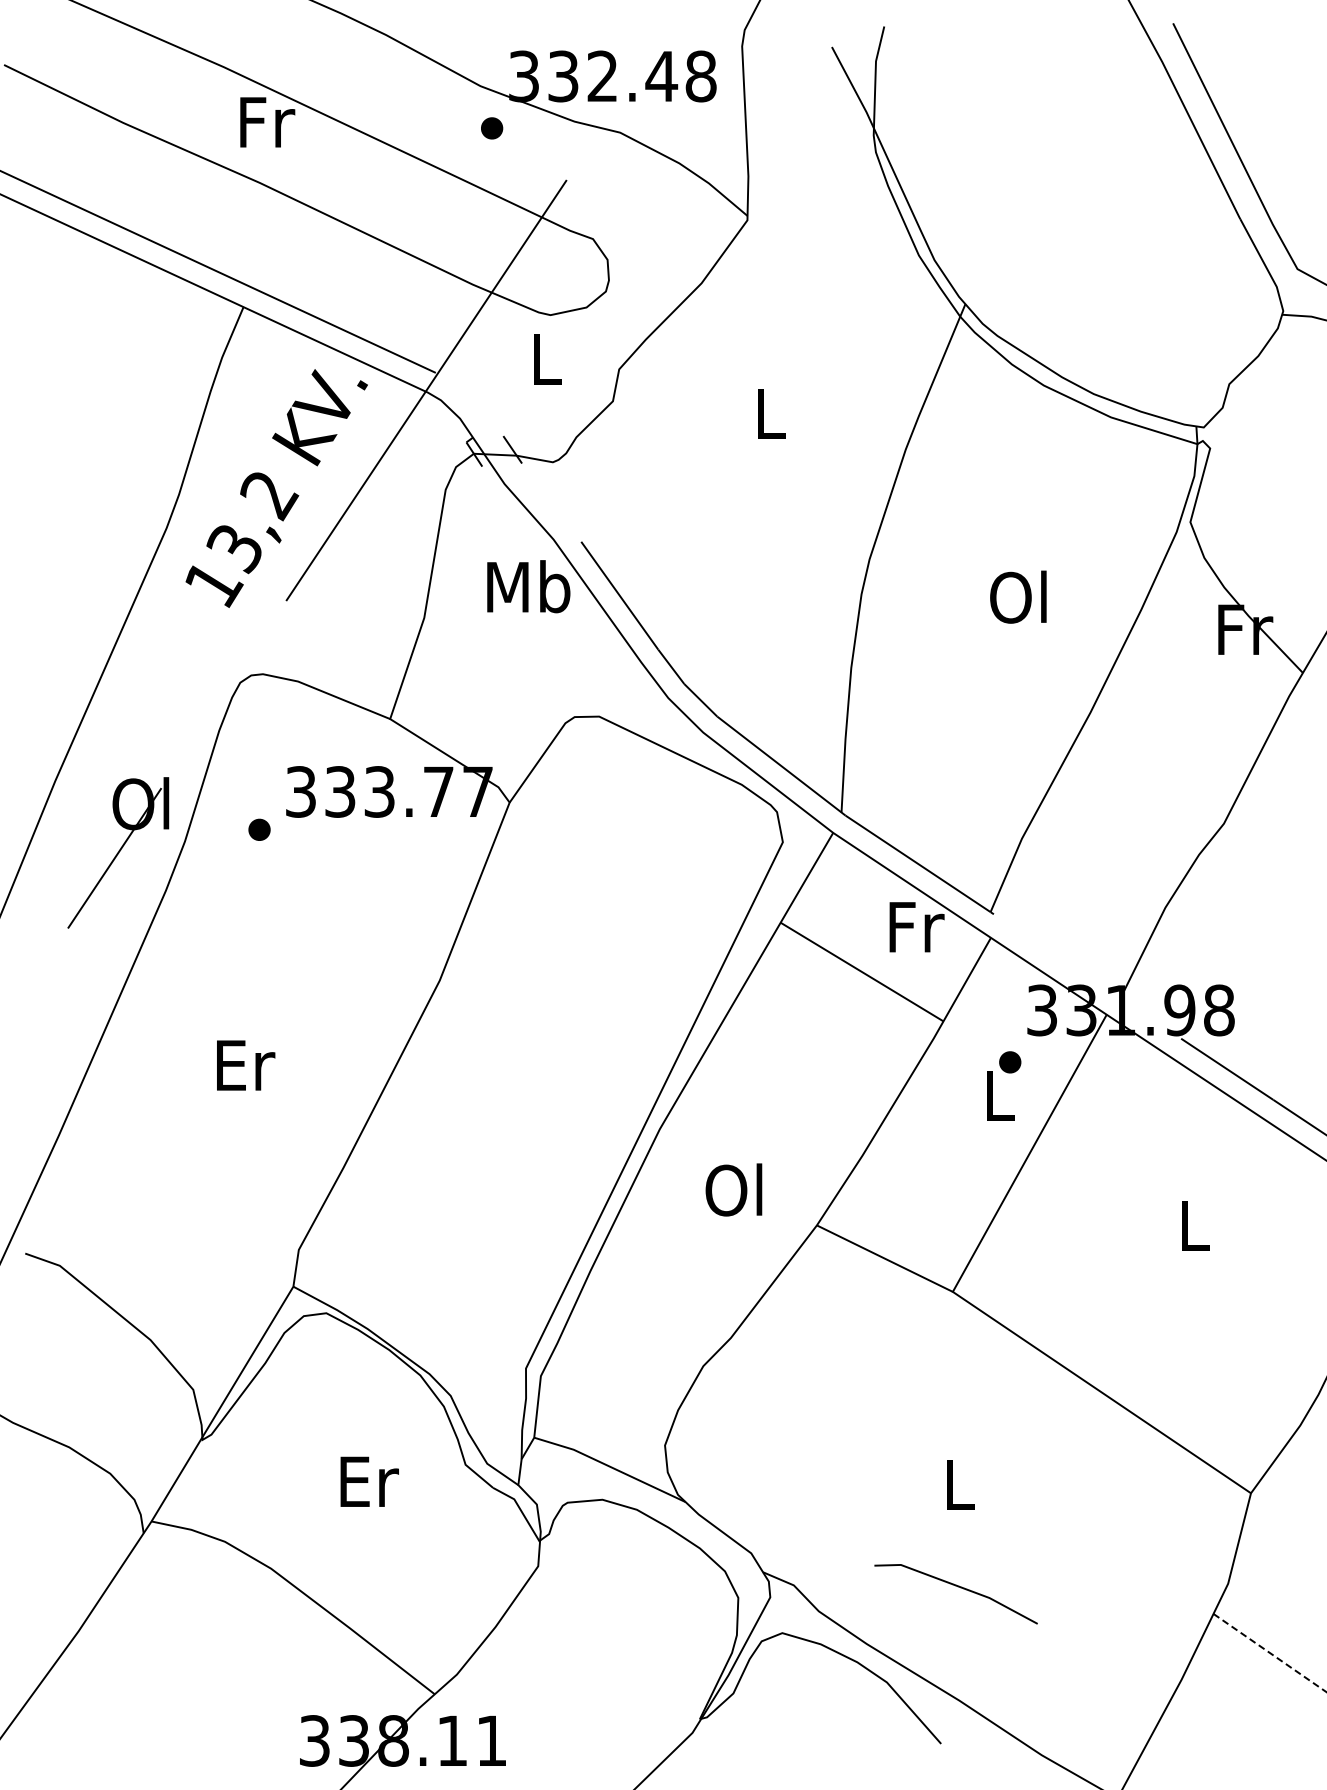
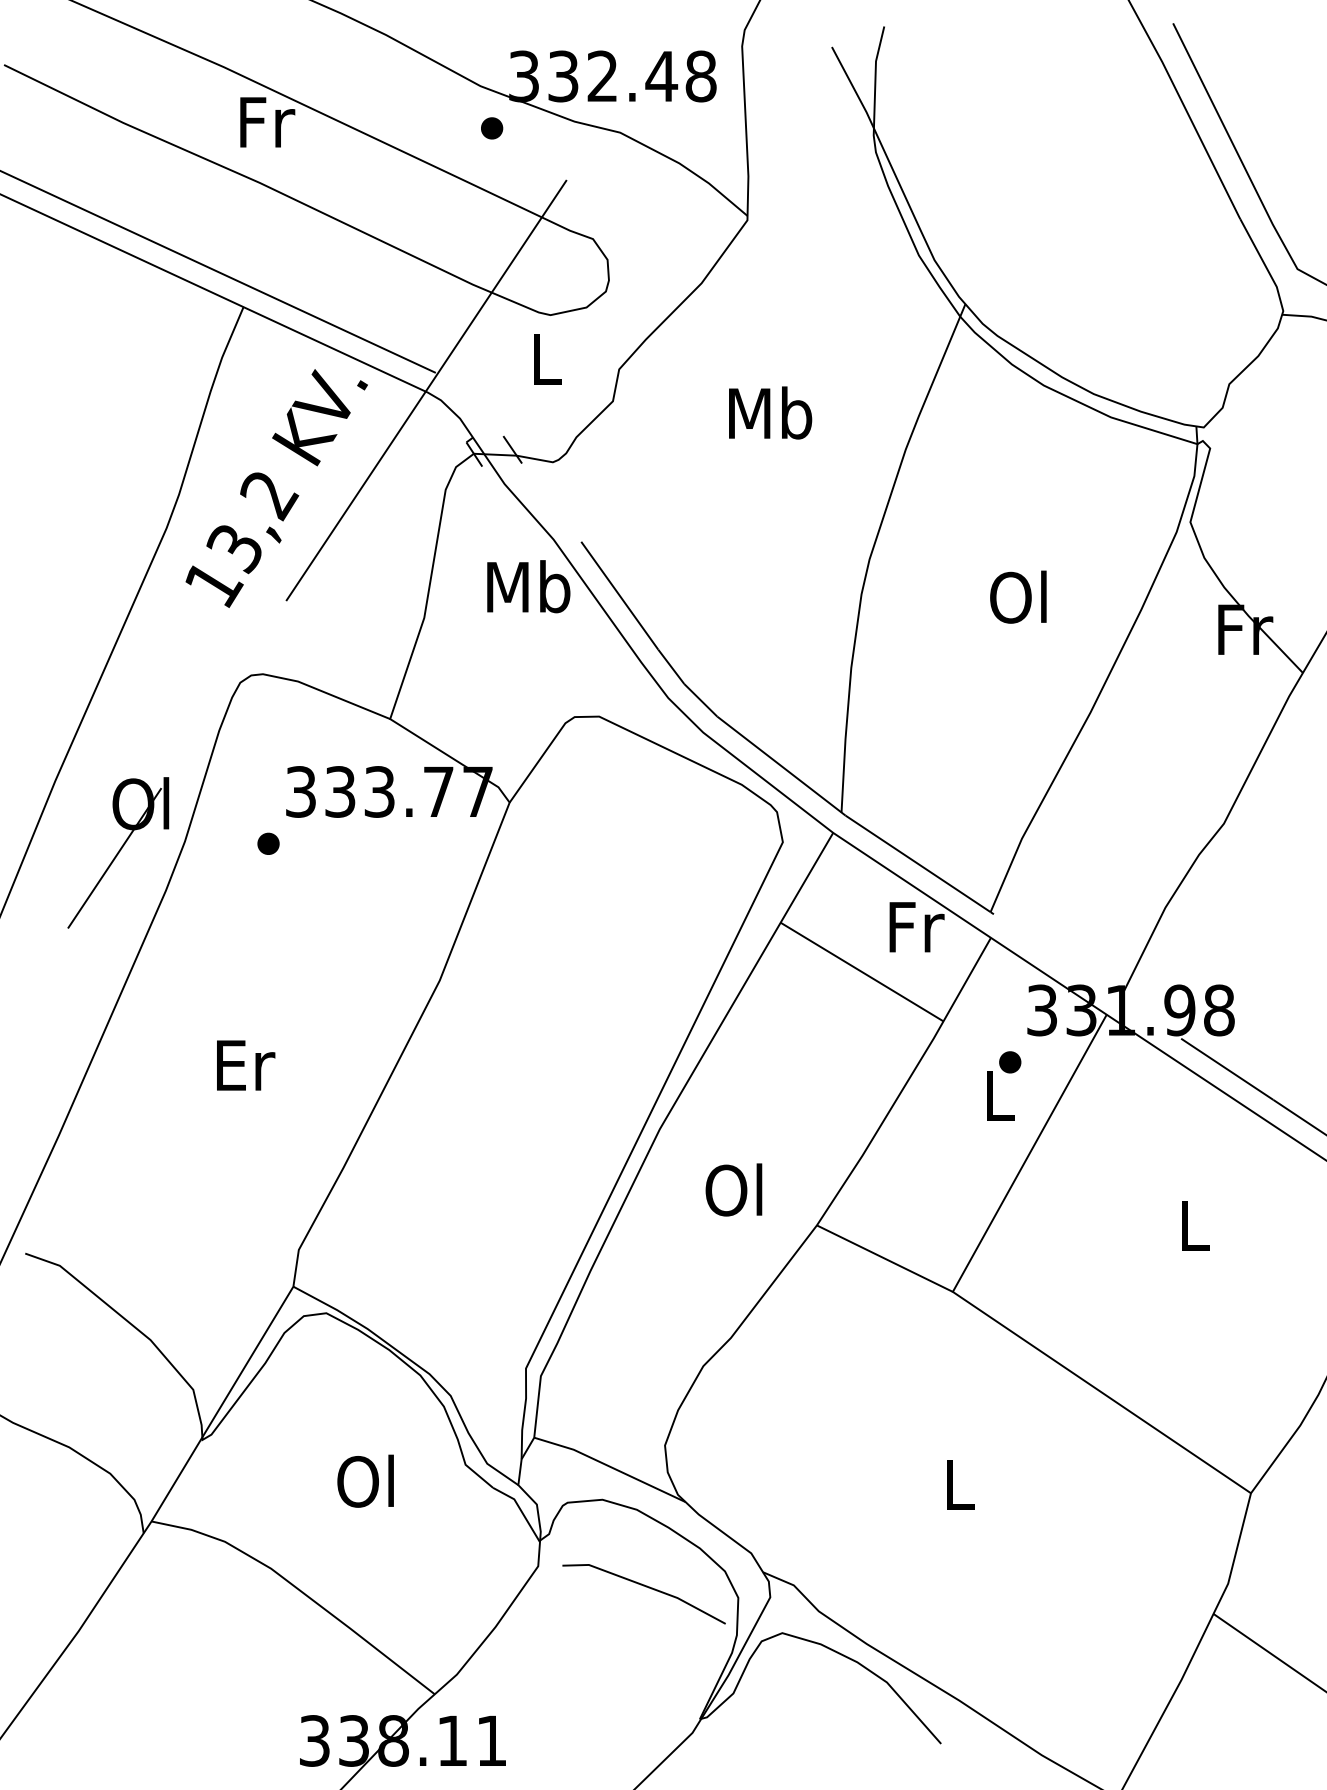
text at (770, 412): L -> Mb
part at (259, 829) position: (259, 829) -> (268, 843)
text at (367, 1480): Er -> Ol
line at (958, 1587) position: (958, 1587) -> (646, 1587)
line at (1270, 1653): dashed -> solid
